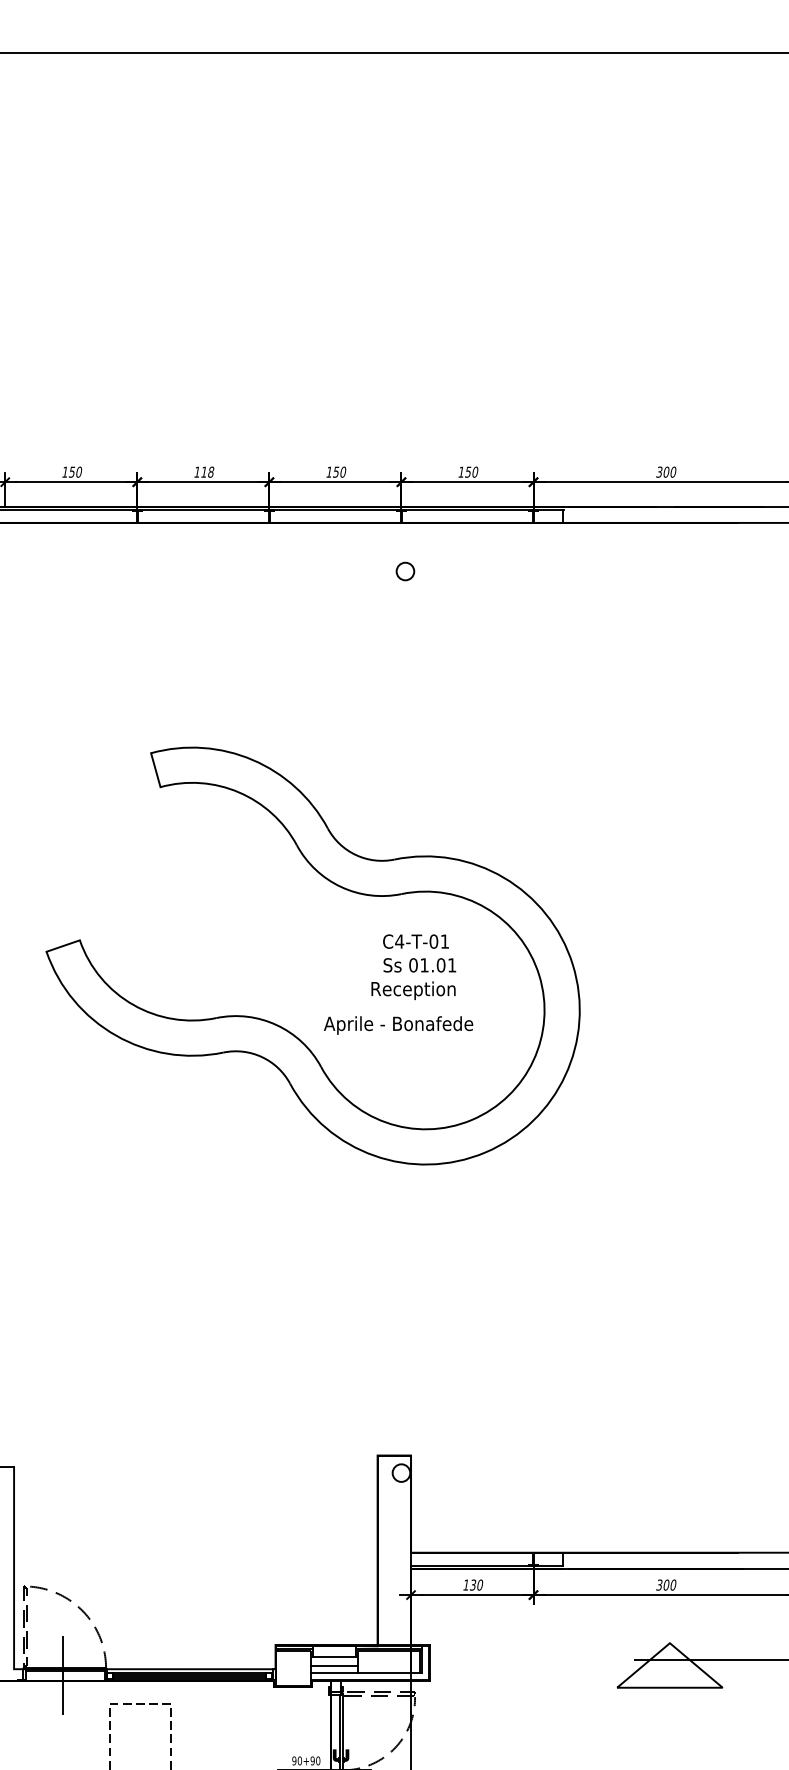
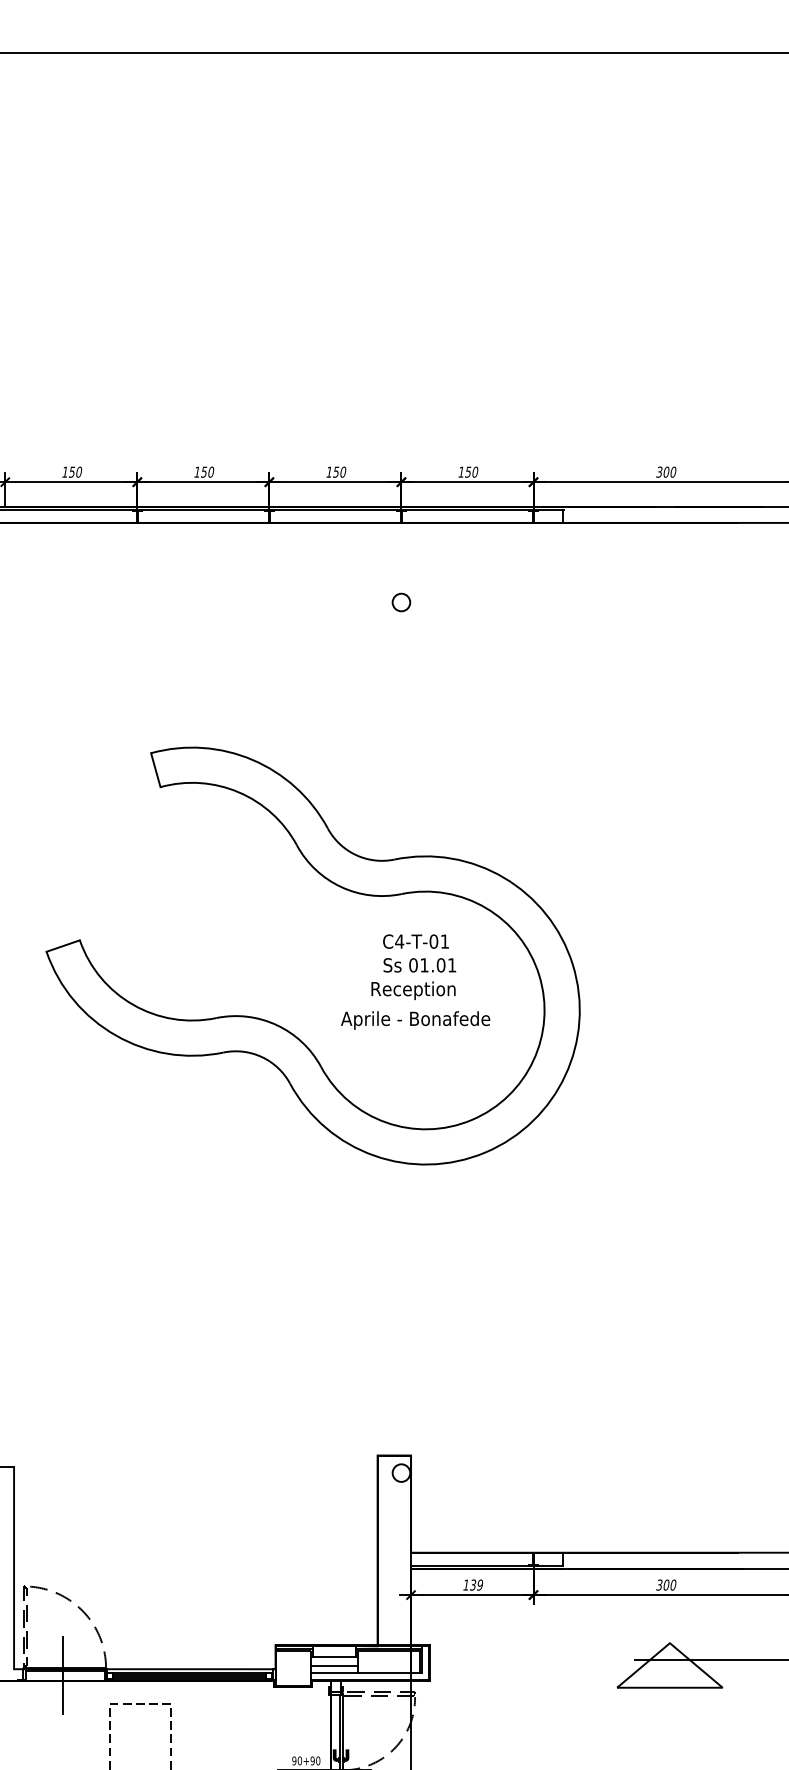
text at (207, 471): 118 -> 150
circle at (405, 571) position: (405, 571) -> (401, 602)
text at (398, 1025) position: (398, 1025) -> (415, 1020)
text at (479, 1585): 130 -> 139
